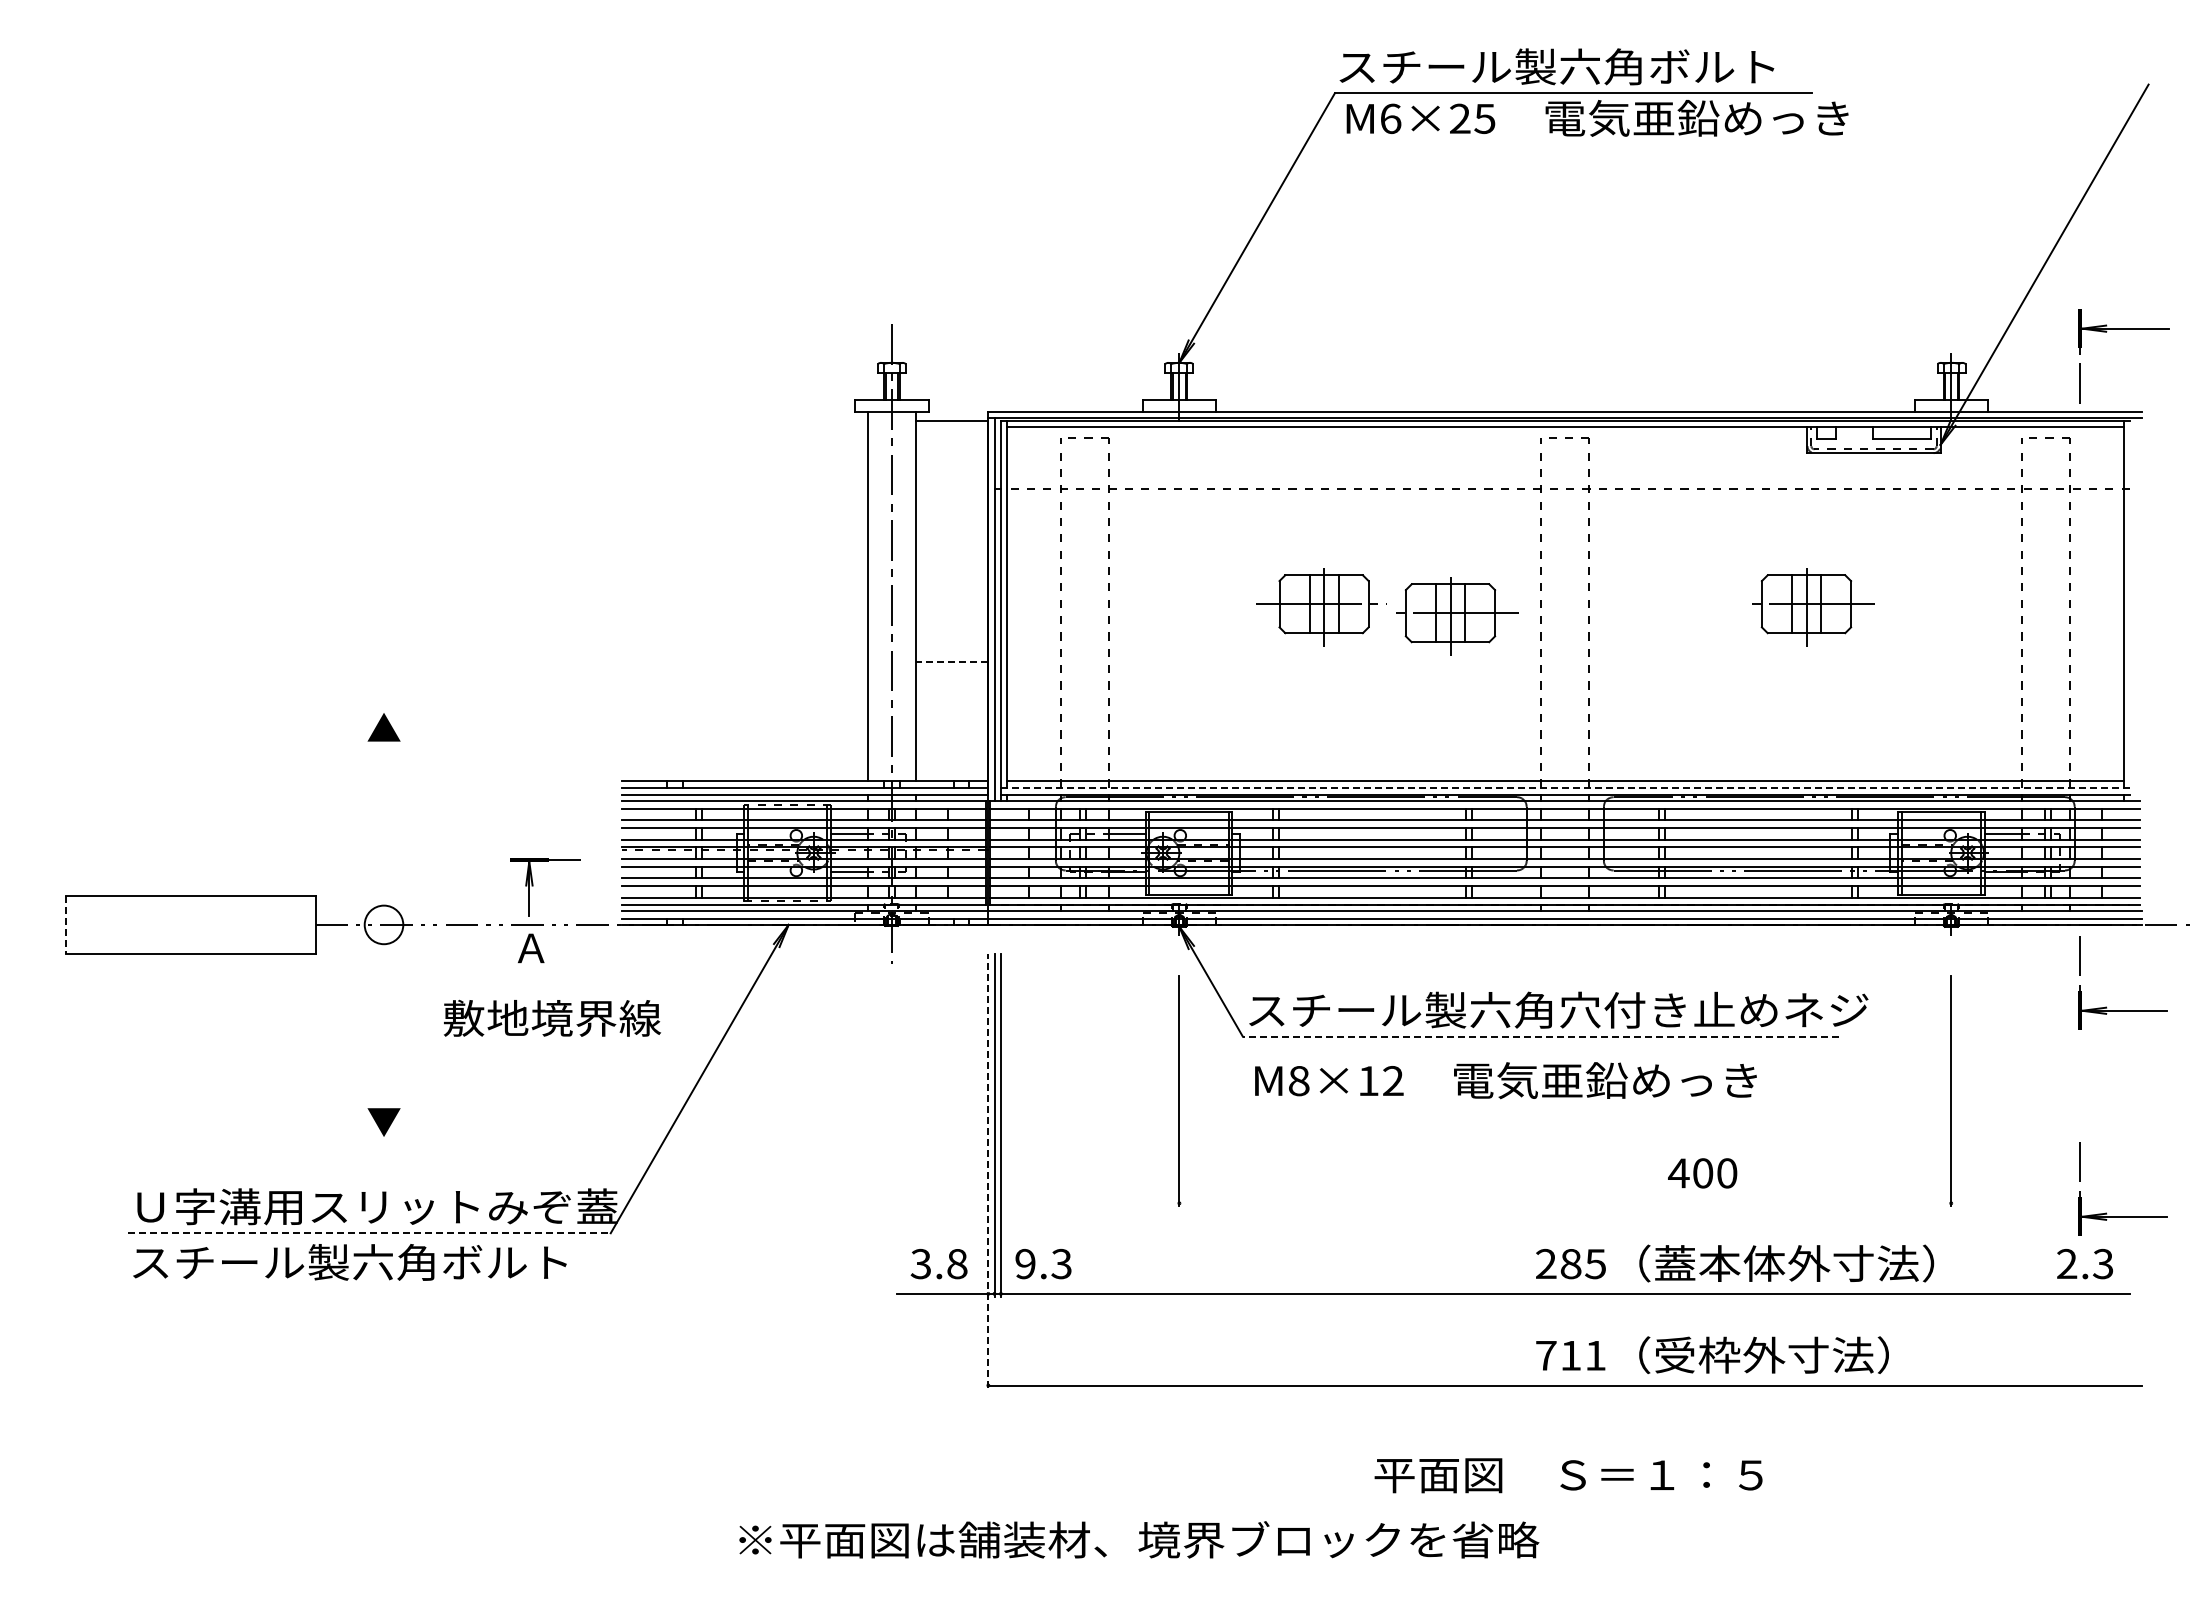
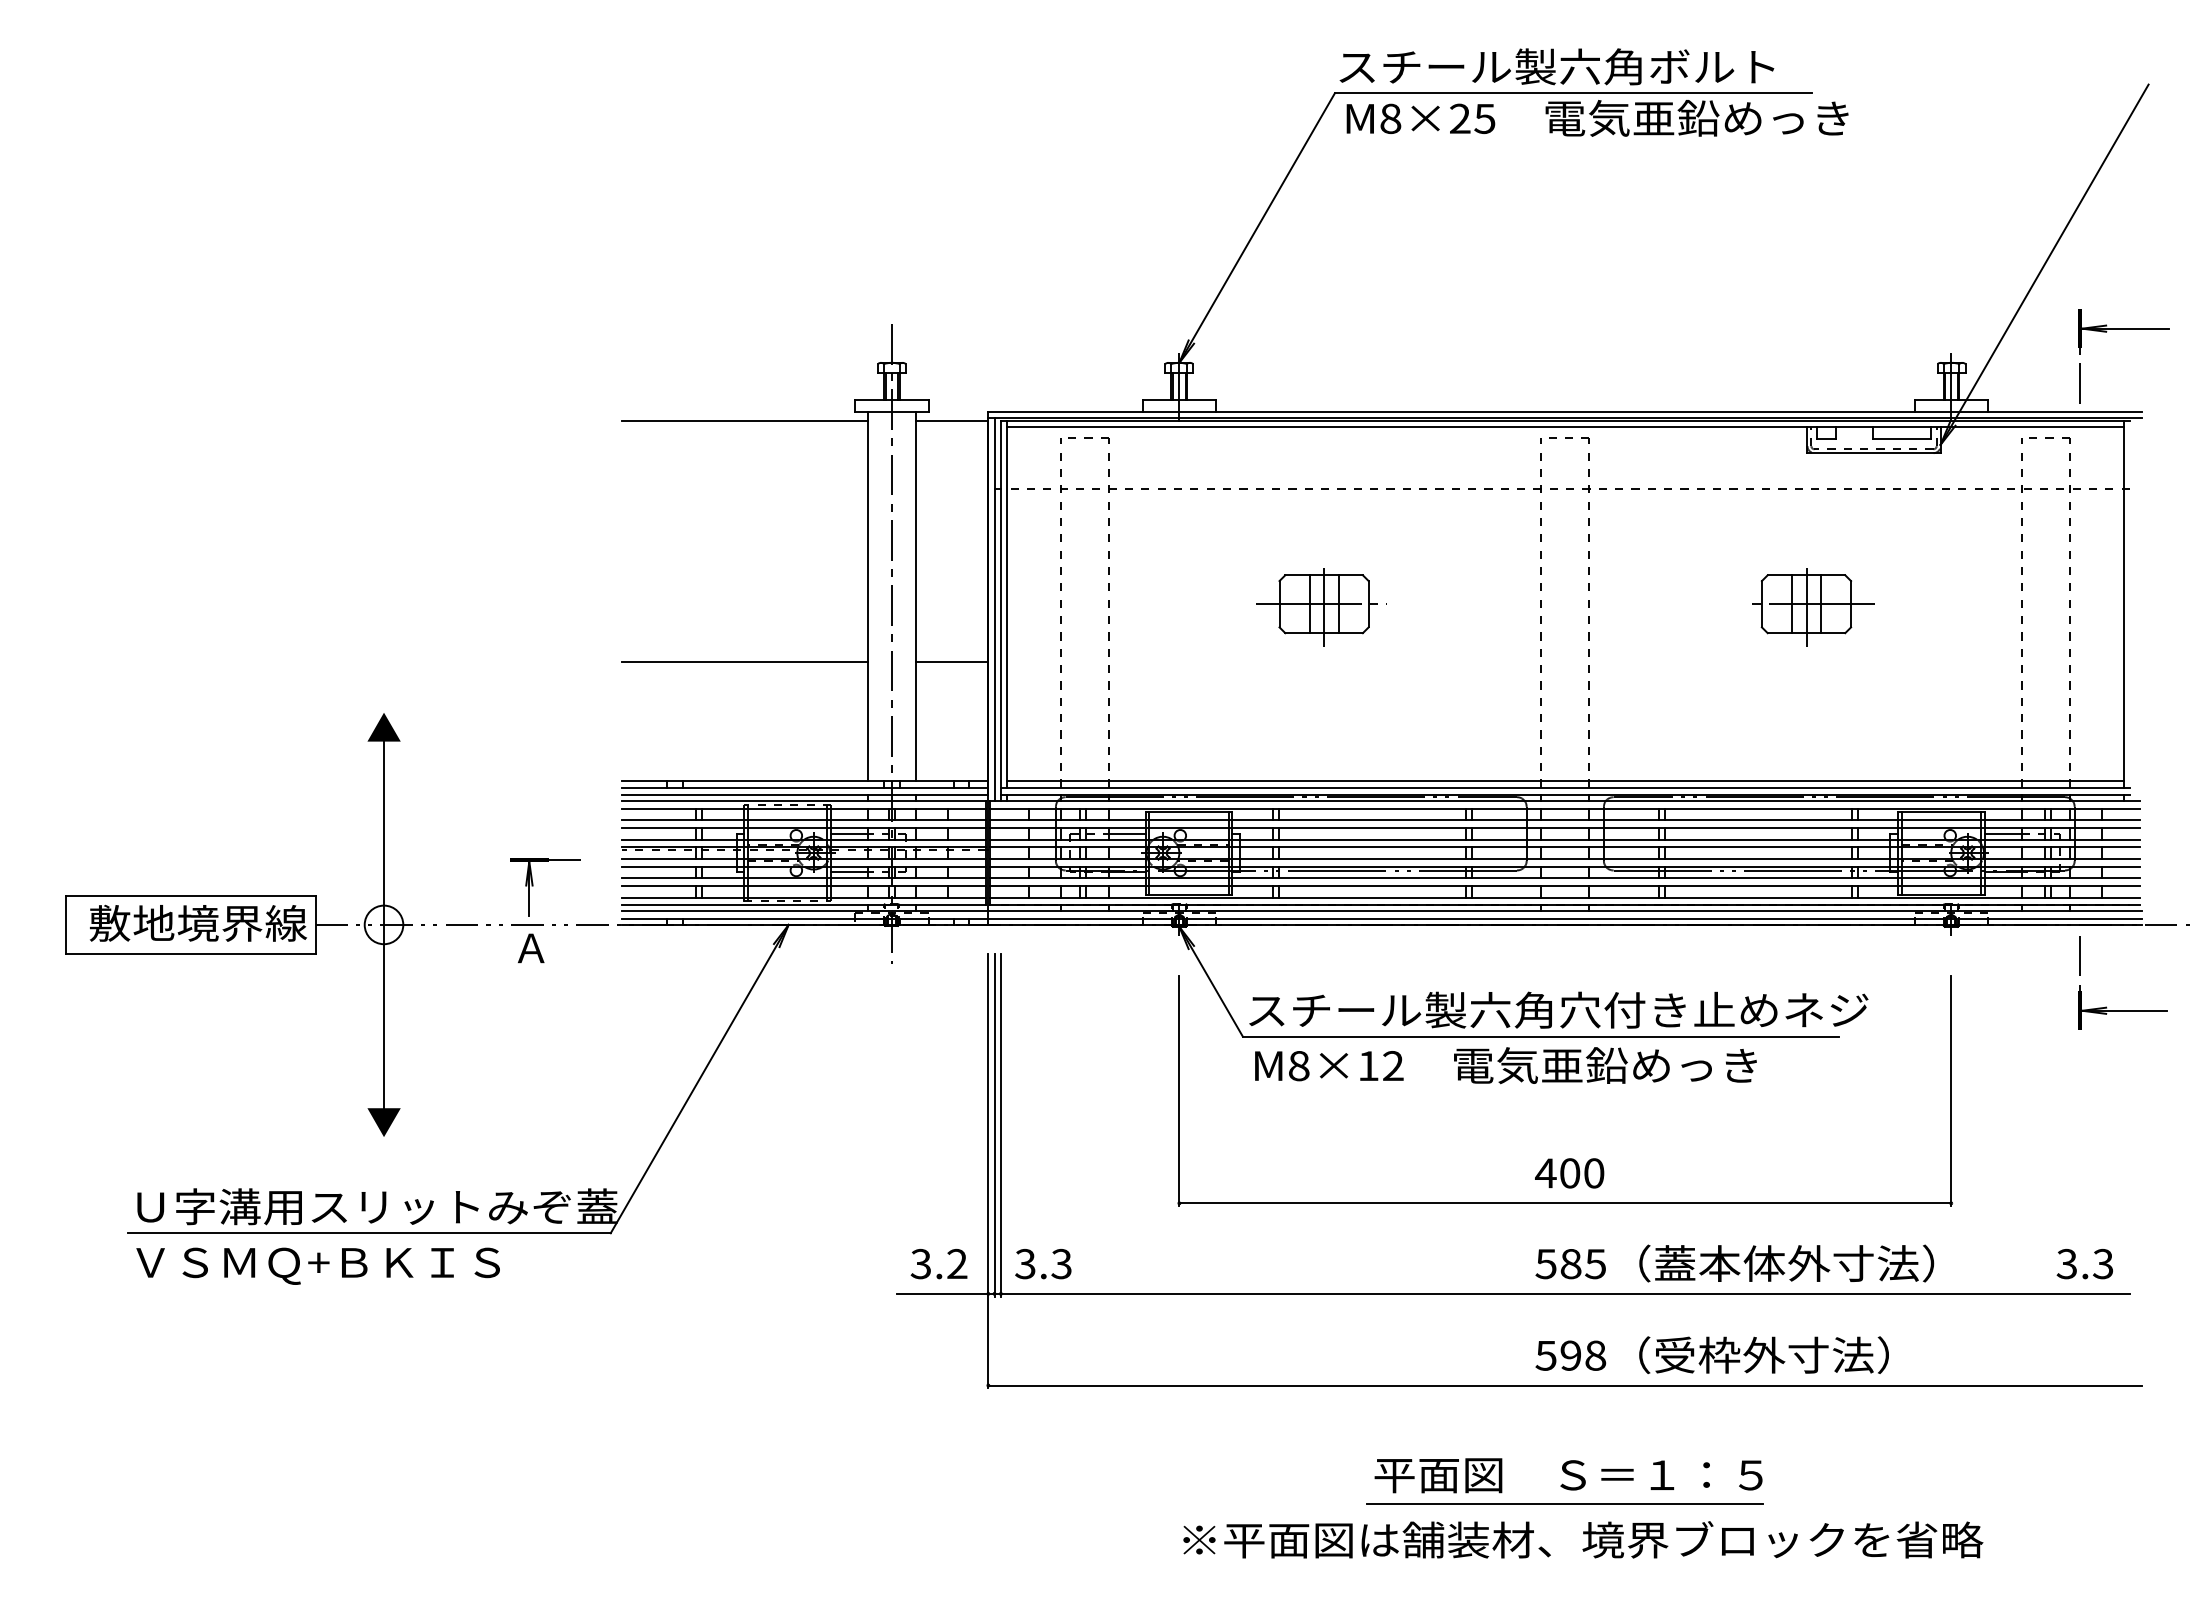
text at (1390, 118): M6×25 -> M8×25
line at (744, 421): none -> present
part at (1457, 616): present -> none
line at (744, 662): none -> present
line at (951, 662): dashed -> solid
line at (1567, 787): dashed -> solid
line at (65, 924): dashed -> solid
line at (384, 924): none -> present
text at (552, 1017) position: (552, 1017) -> (198, 922)
line at (1540, 1036): dashed -> solid
text at (1505, 1080) position: (1505, 1080) -> (1505, 1065)
line at (988, 1170): dashed -> solid
text at (1702, 1173) position: (1702, 1173) -> (1569, 1173)
line at (1565, 1203): none -> present
part at (2122, 1216): present -> none
line at (370, 1233): dashed -> solid
text at (957, 1263): 3.8 -> 3.2
text at (1545, 1263): 285 -> 585
text at (349, 1264): スチール製六角ボルト -> ＶＳＭＱ+ＢＫＩＳ
text at (1025, 1264): 9.3 -> 3.3
text at (2066, 1264): 2.3 -> 3.3
text at (1570, 1355): 711 -> 598
line at (1564, 1503): none -> present
text at (1139, 1539) position: (1139, 1539) -> (1583, 1539)
